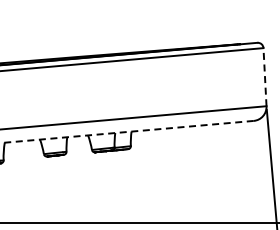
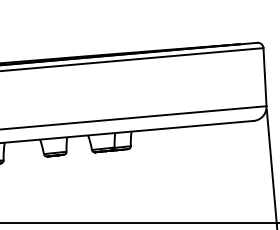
line at (264, 76): dashed -> solid
line at (127, 131): dashed -> solid
